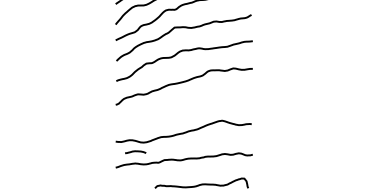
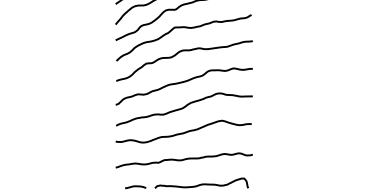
curve at (184, 108): none -> present
curve at (135, 152) position: (135, 152) -> (135, 187)
